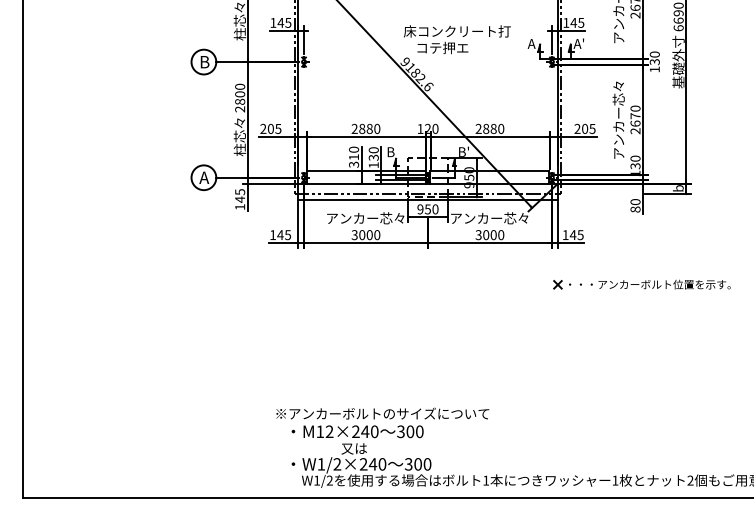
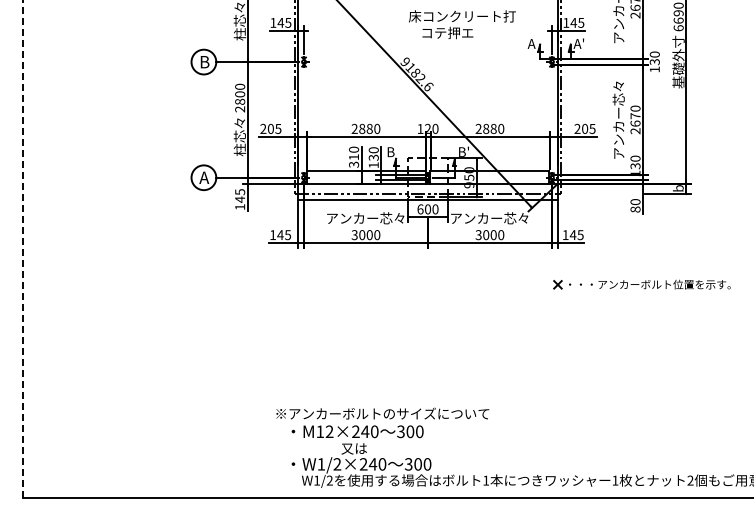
text at (457, 39) position: (457, 39) -> (462, 24)
text at (424, 209): 950 -> 600
line at (22, 249): solid -> dashed
